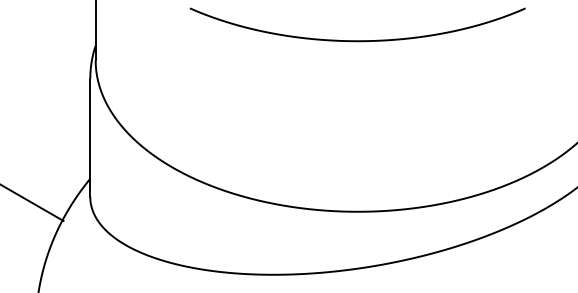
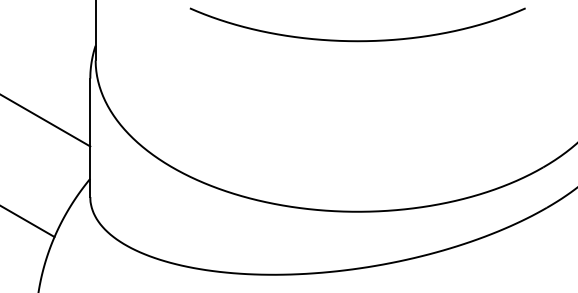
line at (46, 120): none -> present
line at (32, 203) position: (32, 203) -> (28, 221)
